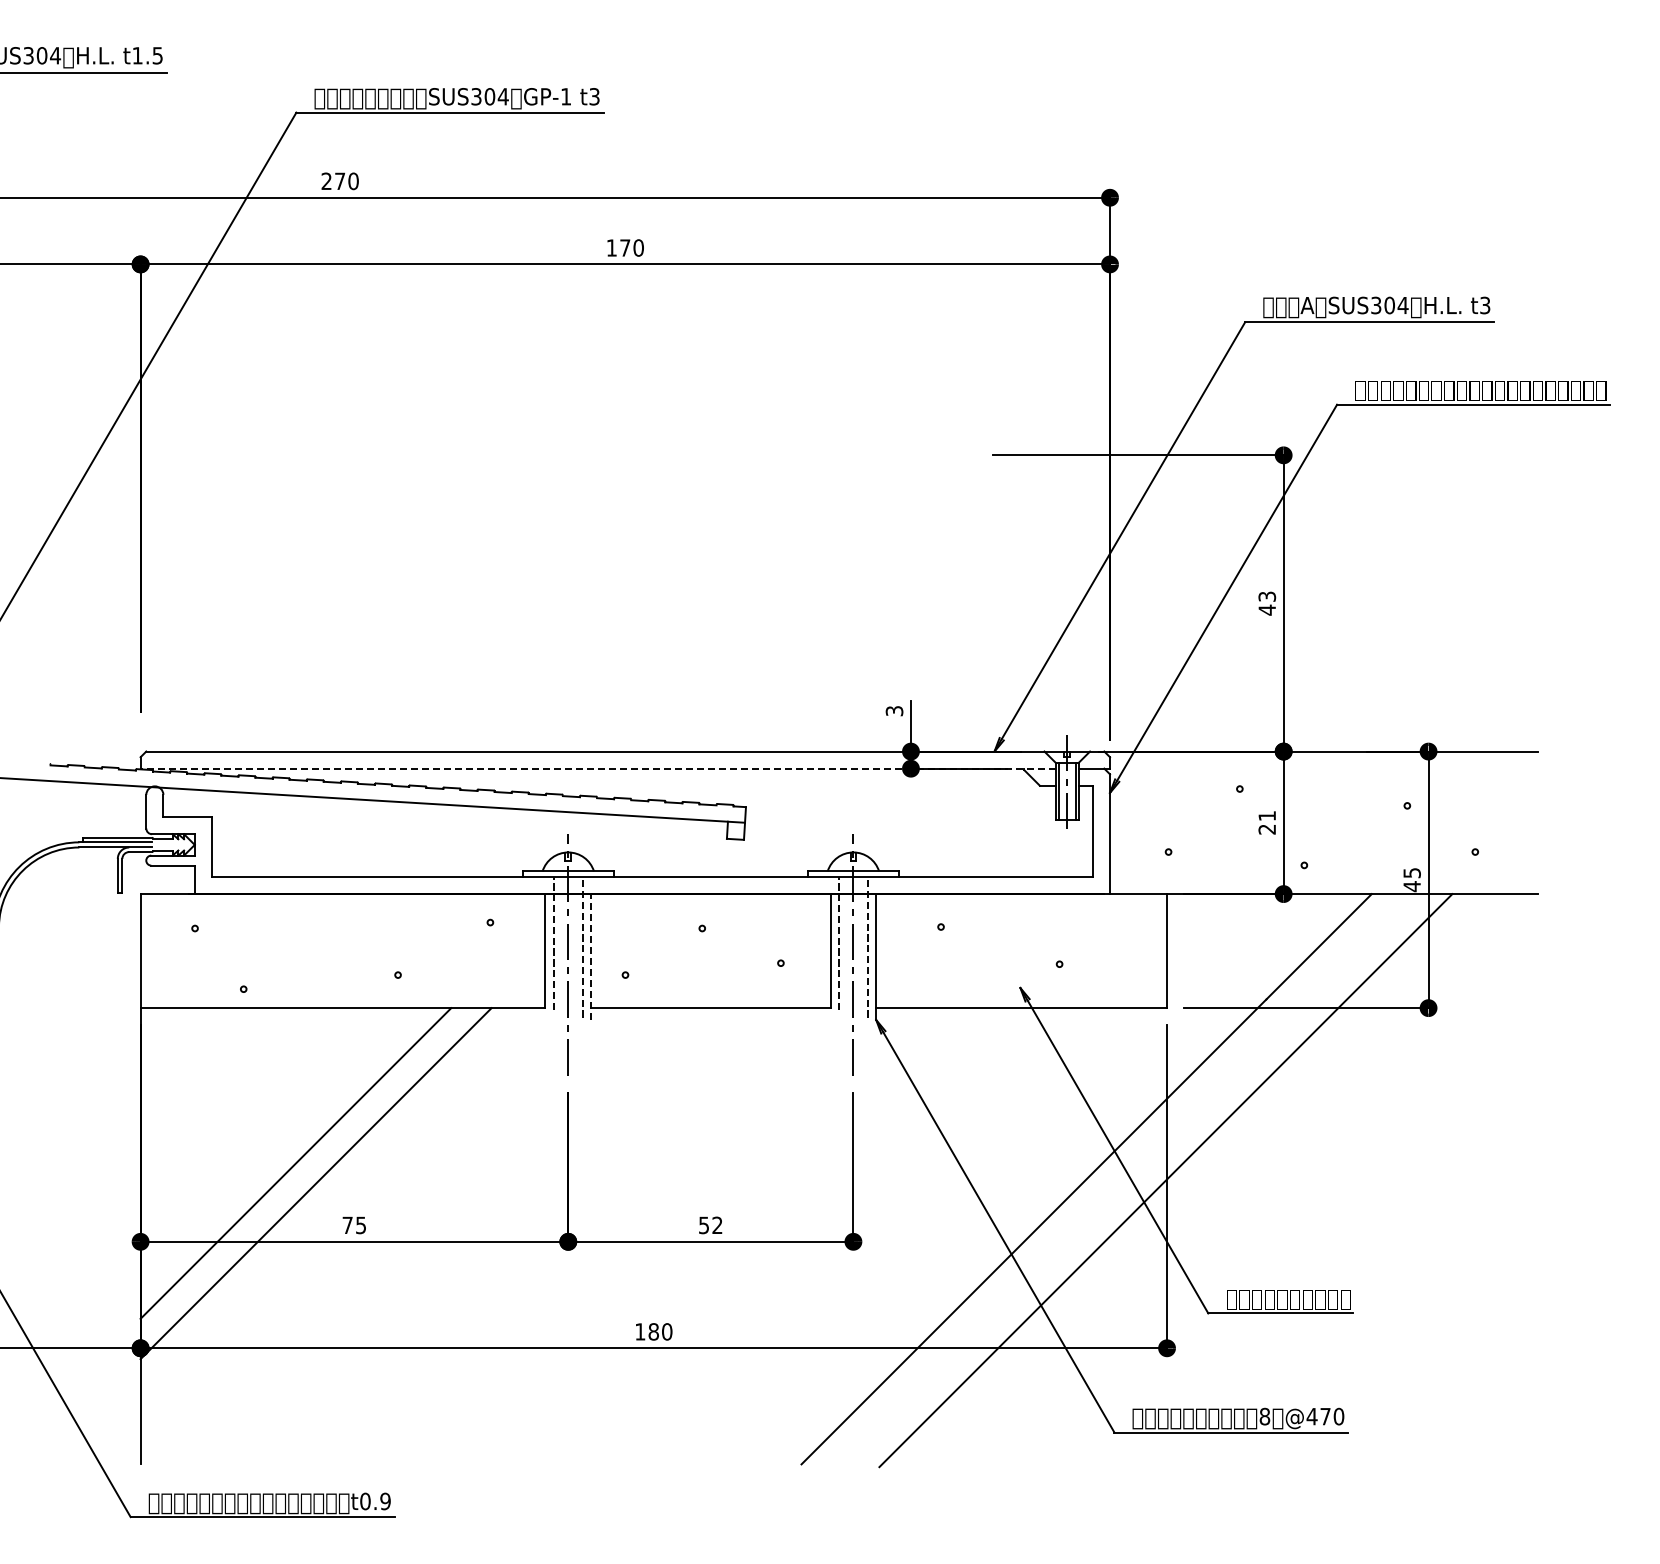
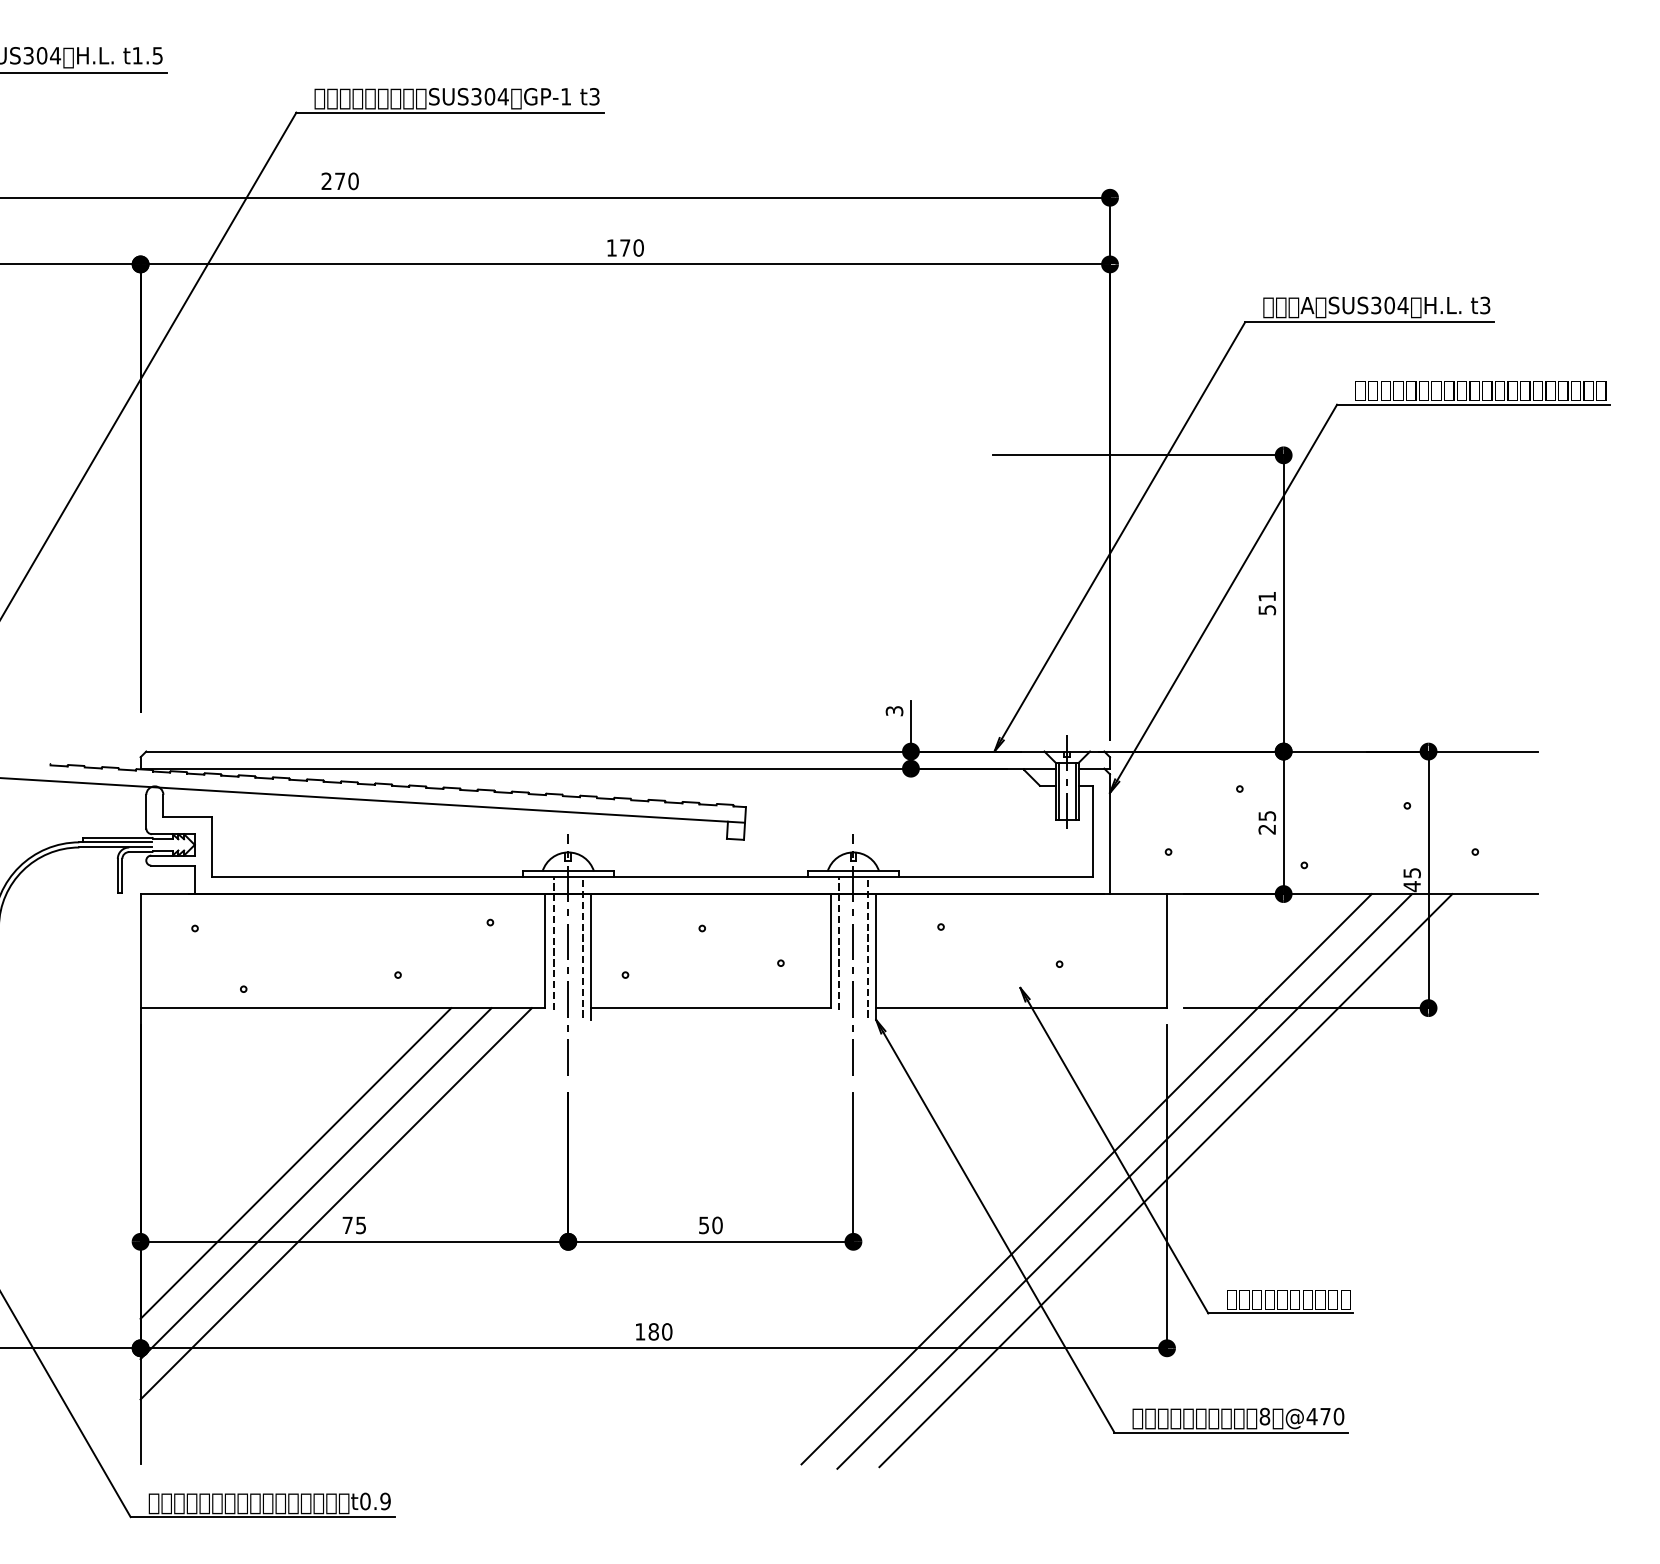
text at (1267, 603): 43 -> 51
line at (598, 768): dashed -> solid
text at (1267, 816): 21 -> 25
line at (591, 957): dashed -> solid
line at (1124, 1181): none -> present
line at (335, 1203): none -> present
text at (717, 1225): 52 -> 50
